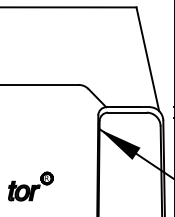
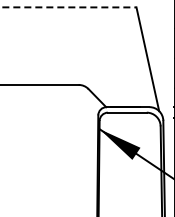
line at (68, 7): solid -> dashed
part at (30, 186): present -> none
